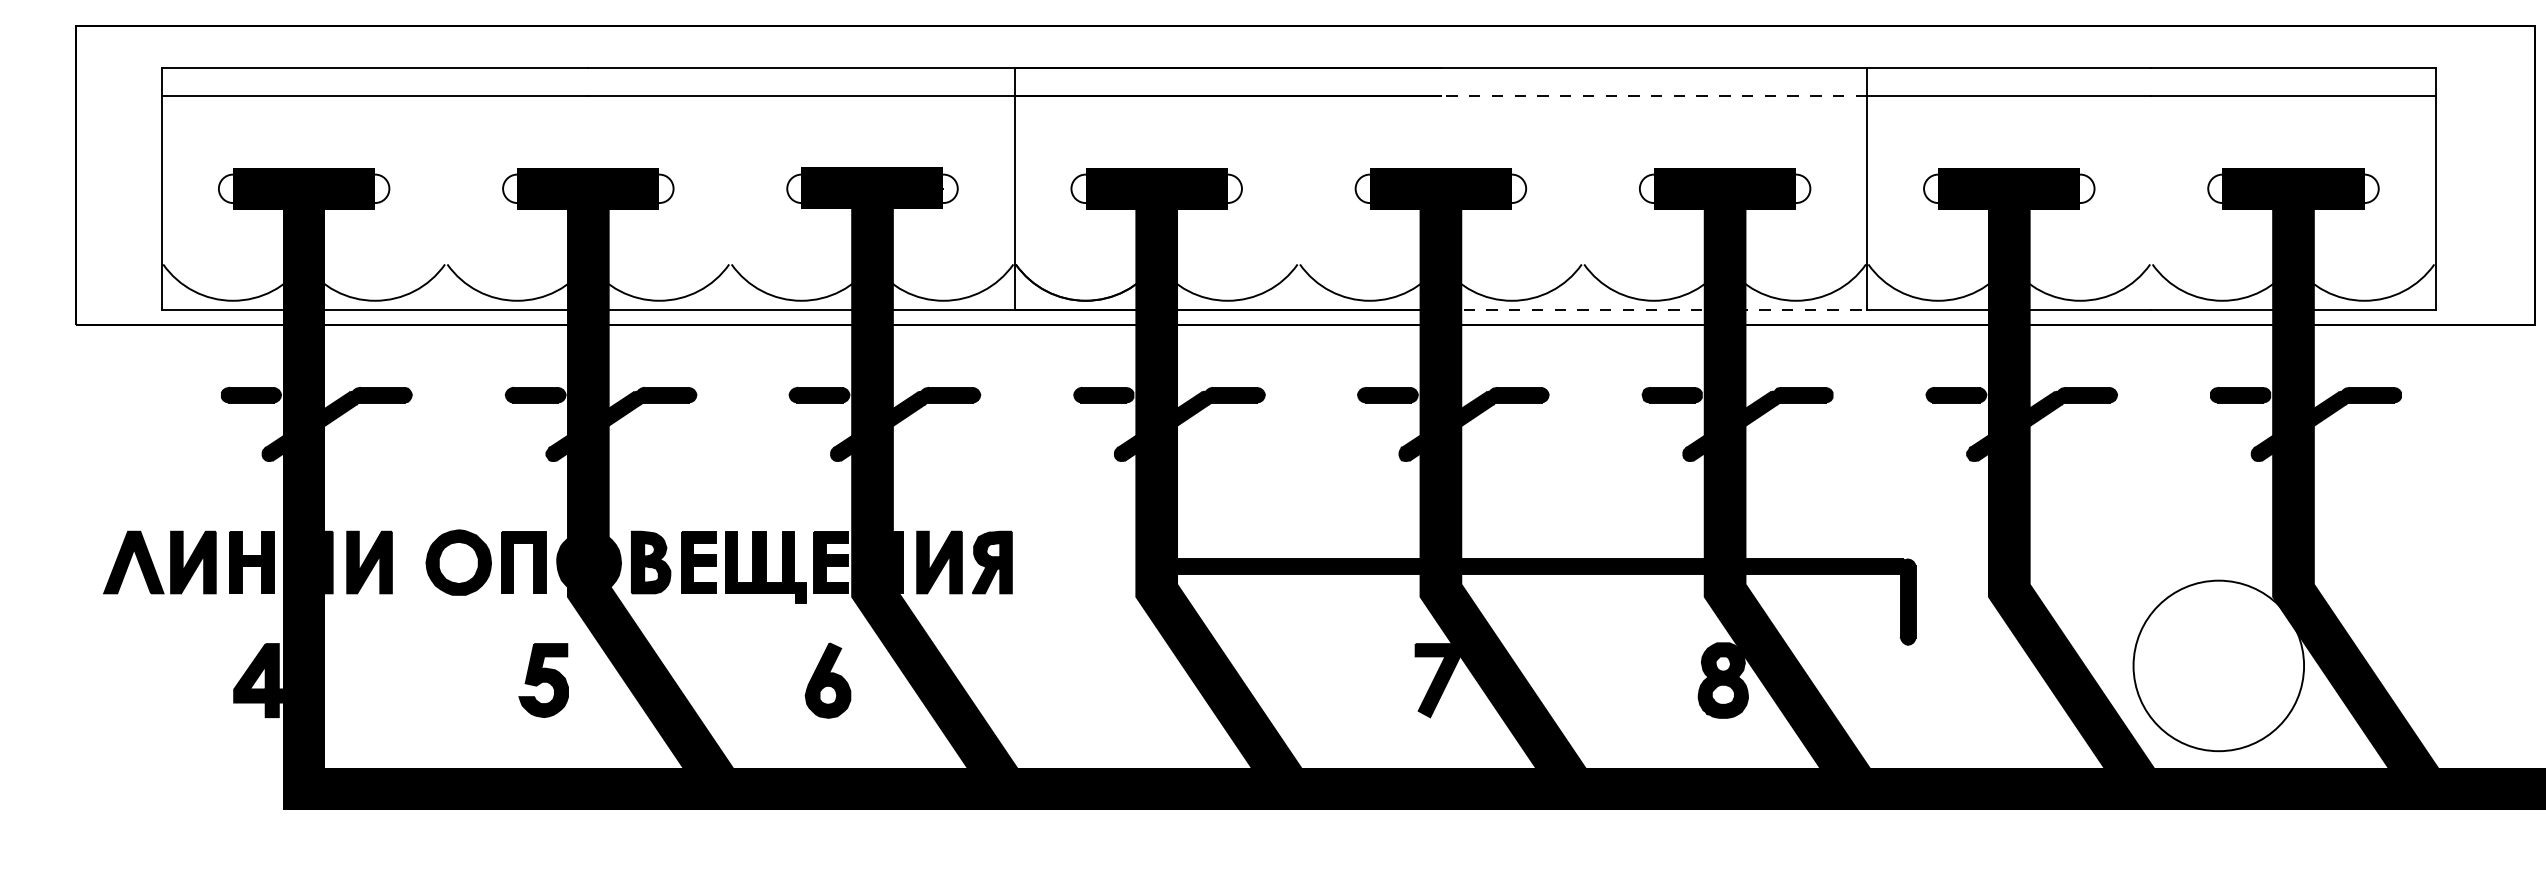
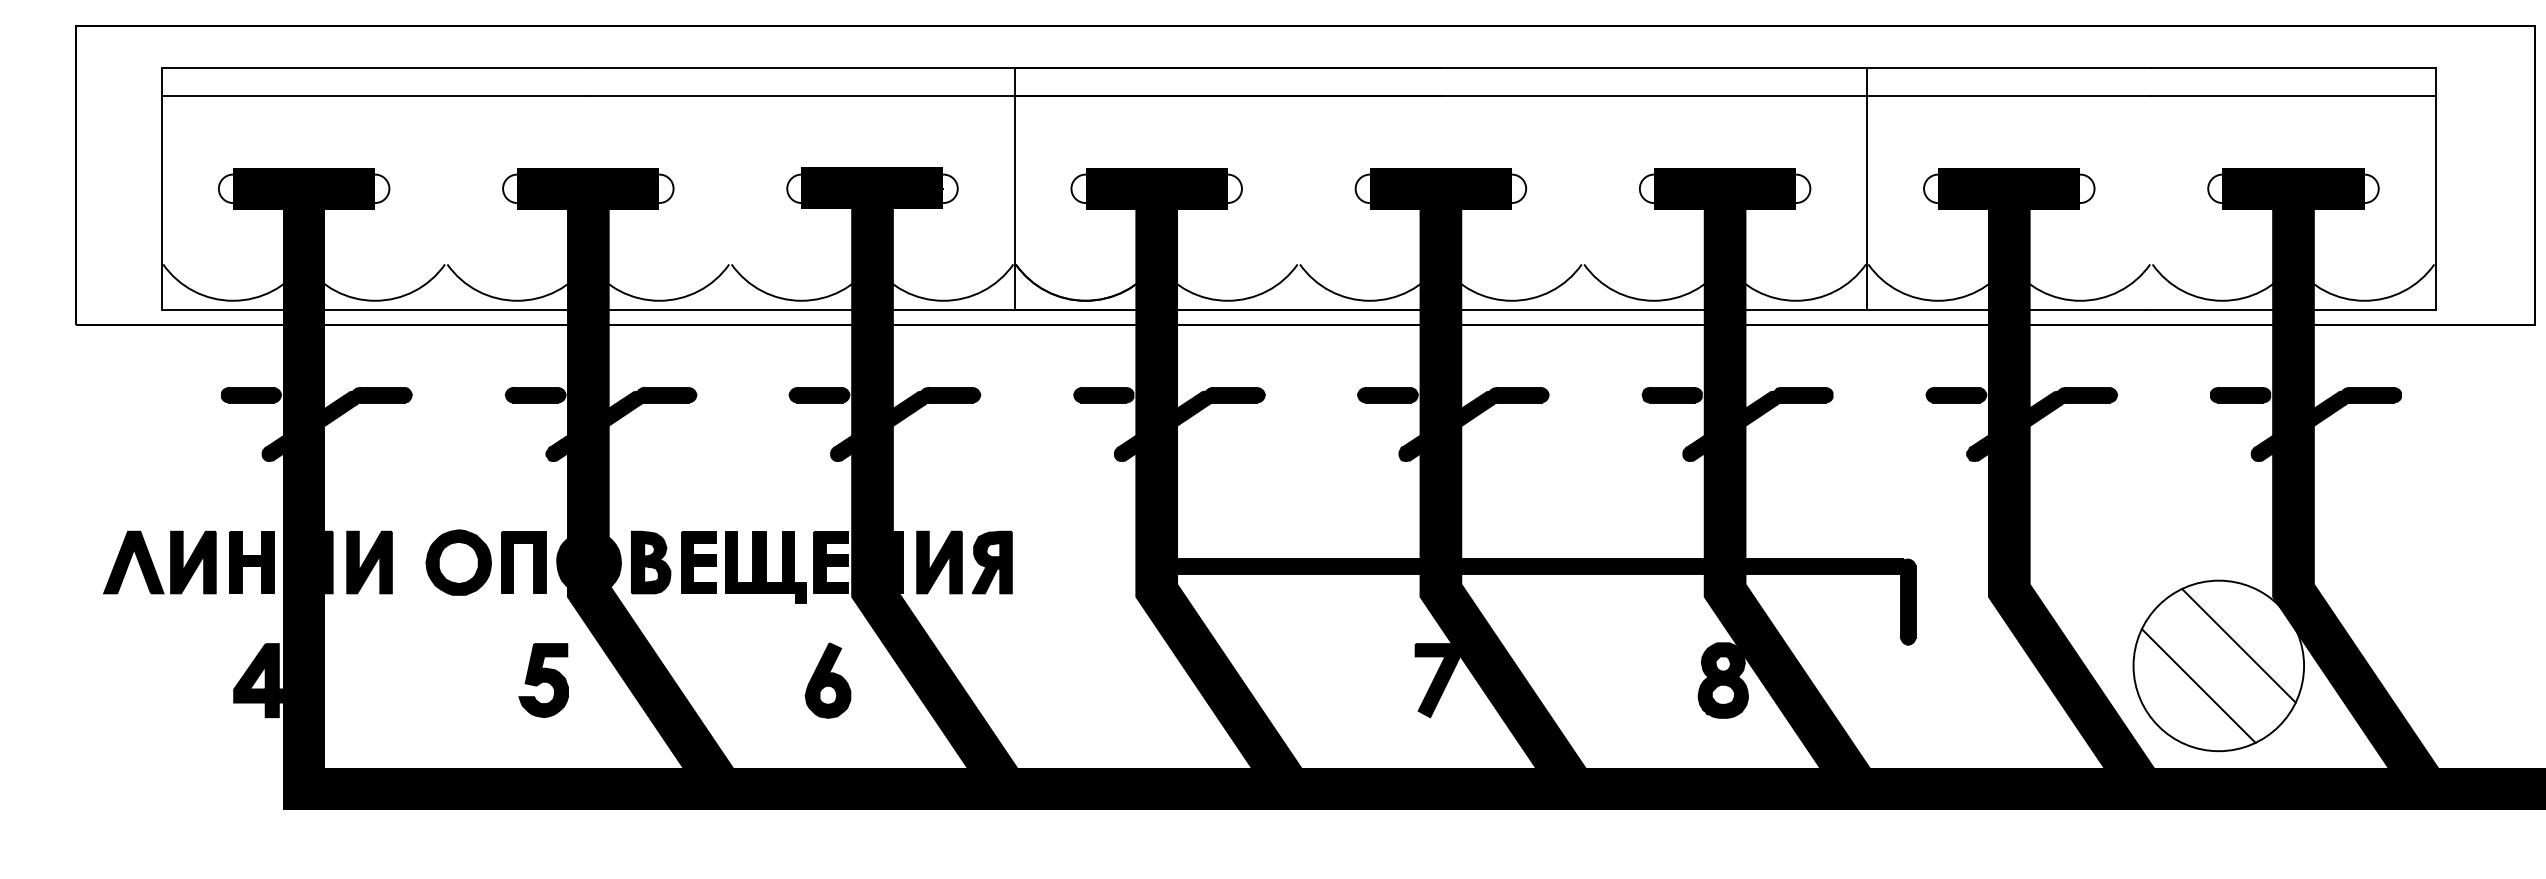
line at (1653, 96): dashed -> solid
line at (1654, 309): dashed -> solid
line at (2238, 645): none -> present
line at (2198, 685): none -> present
